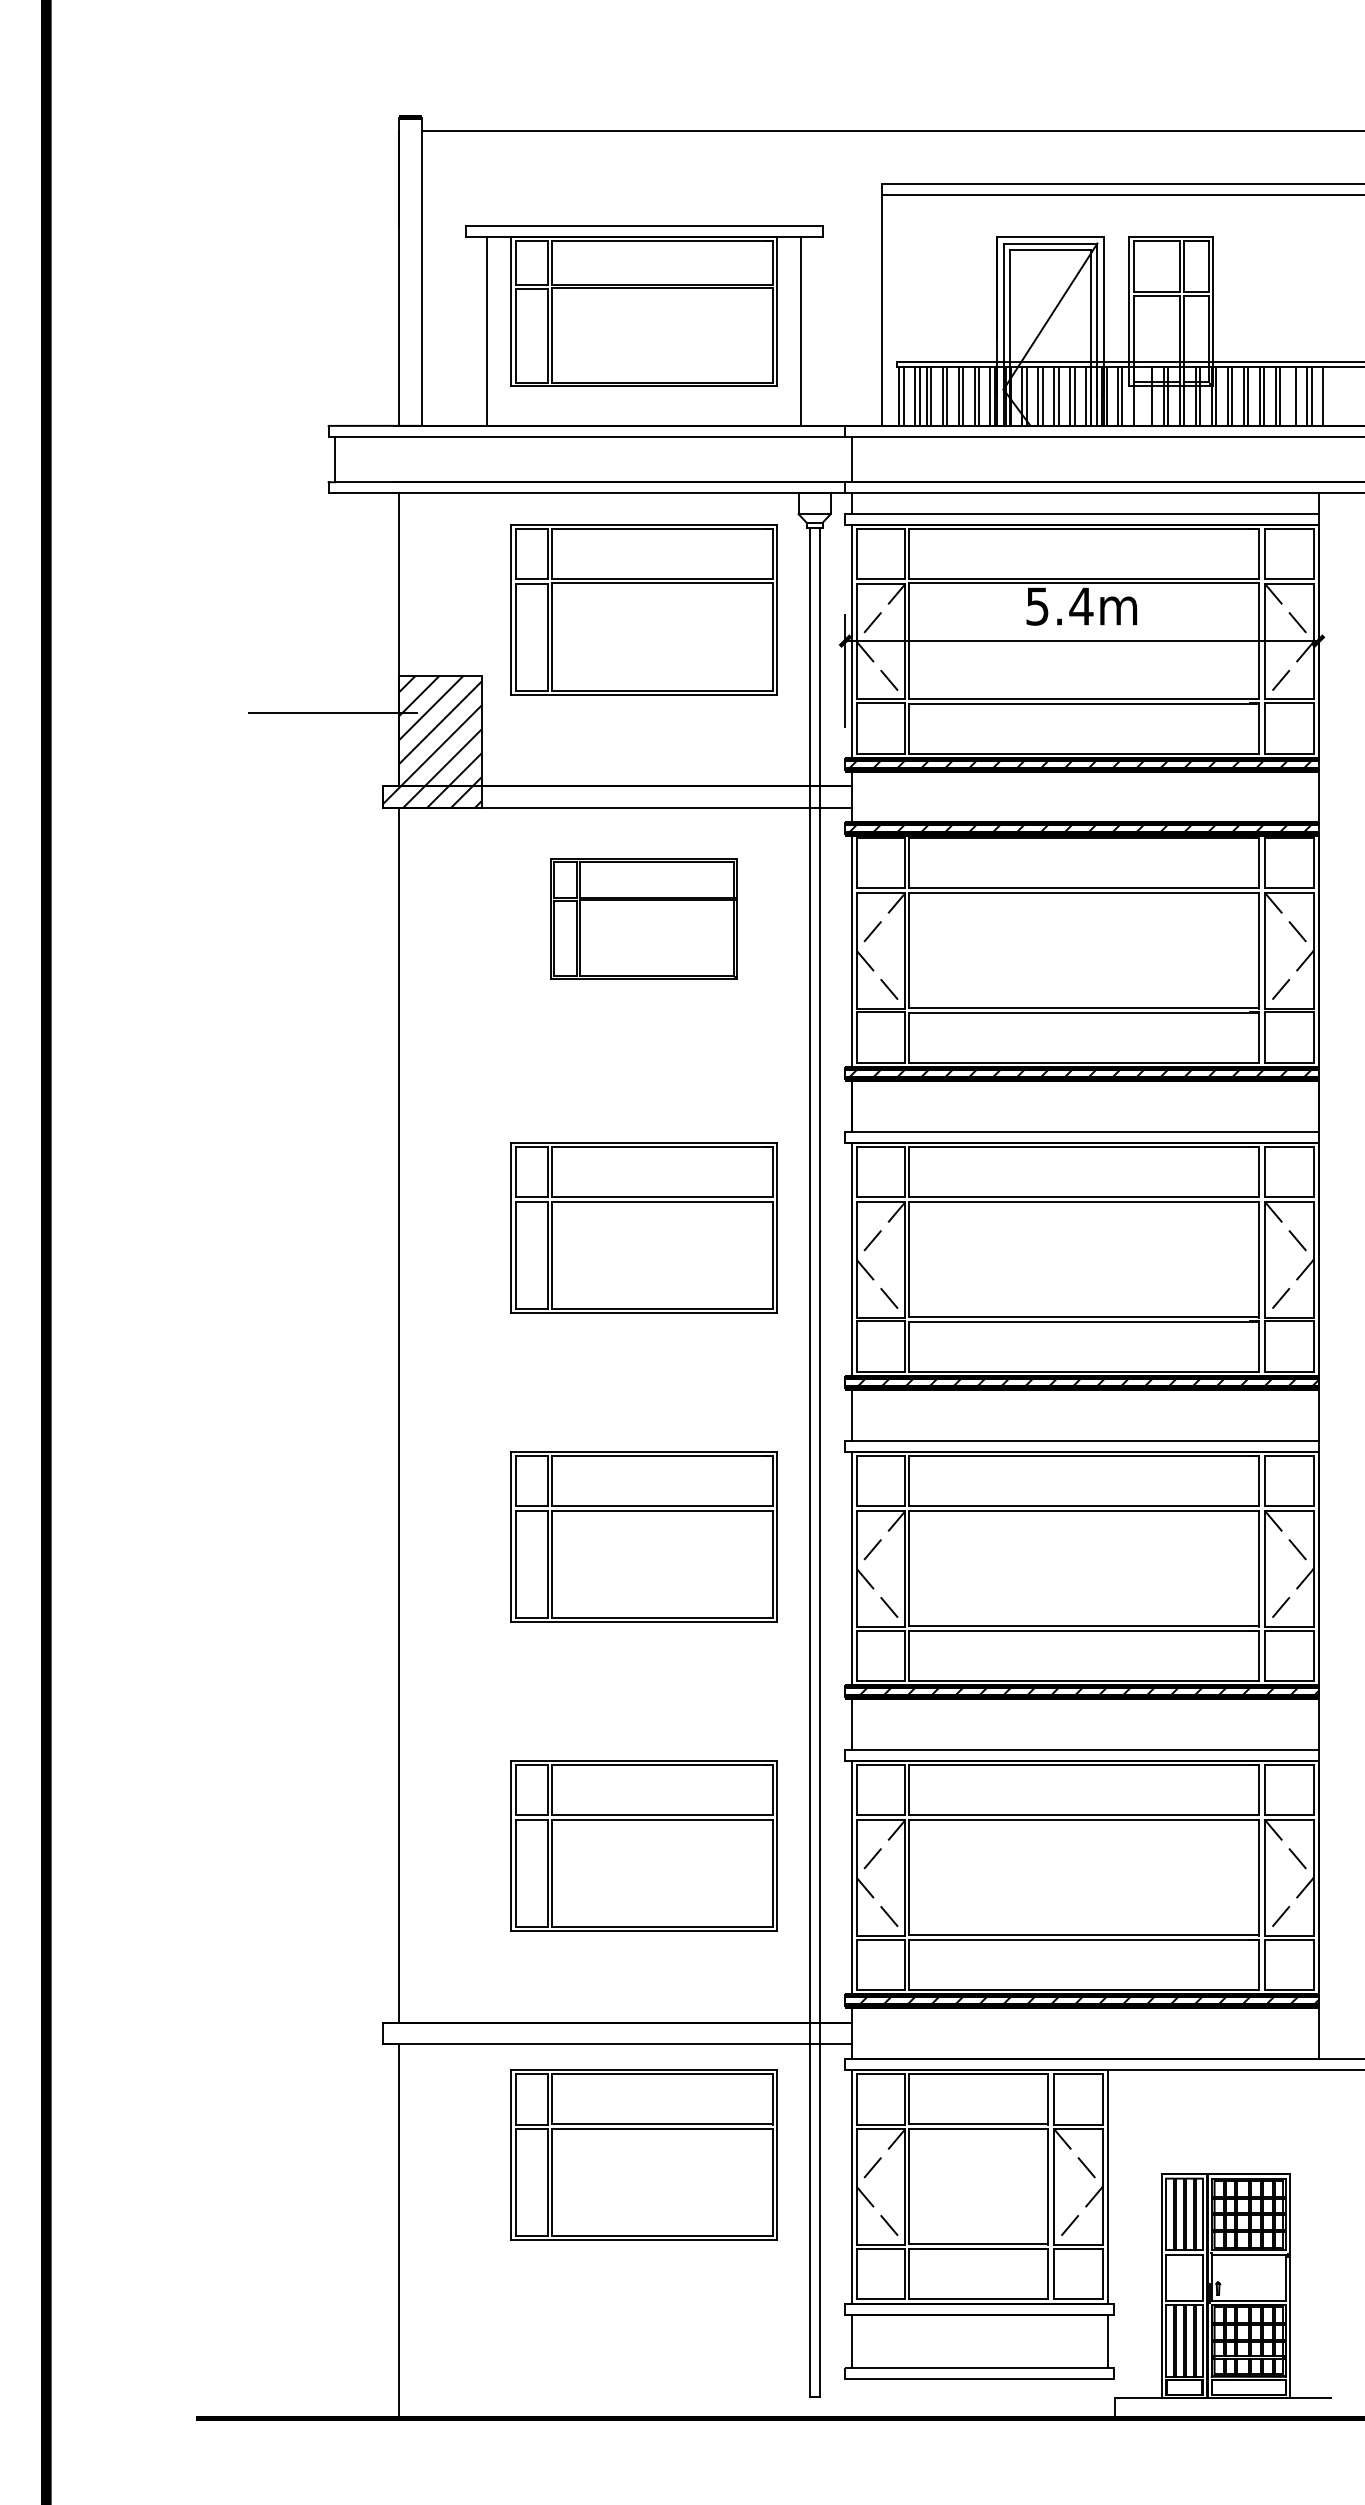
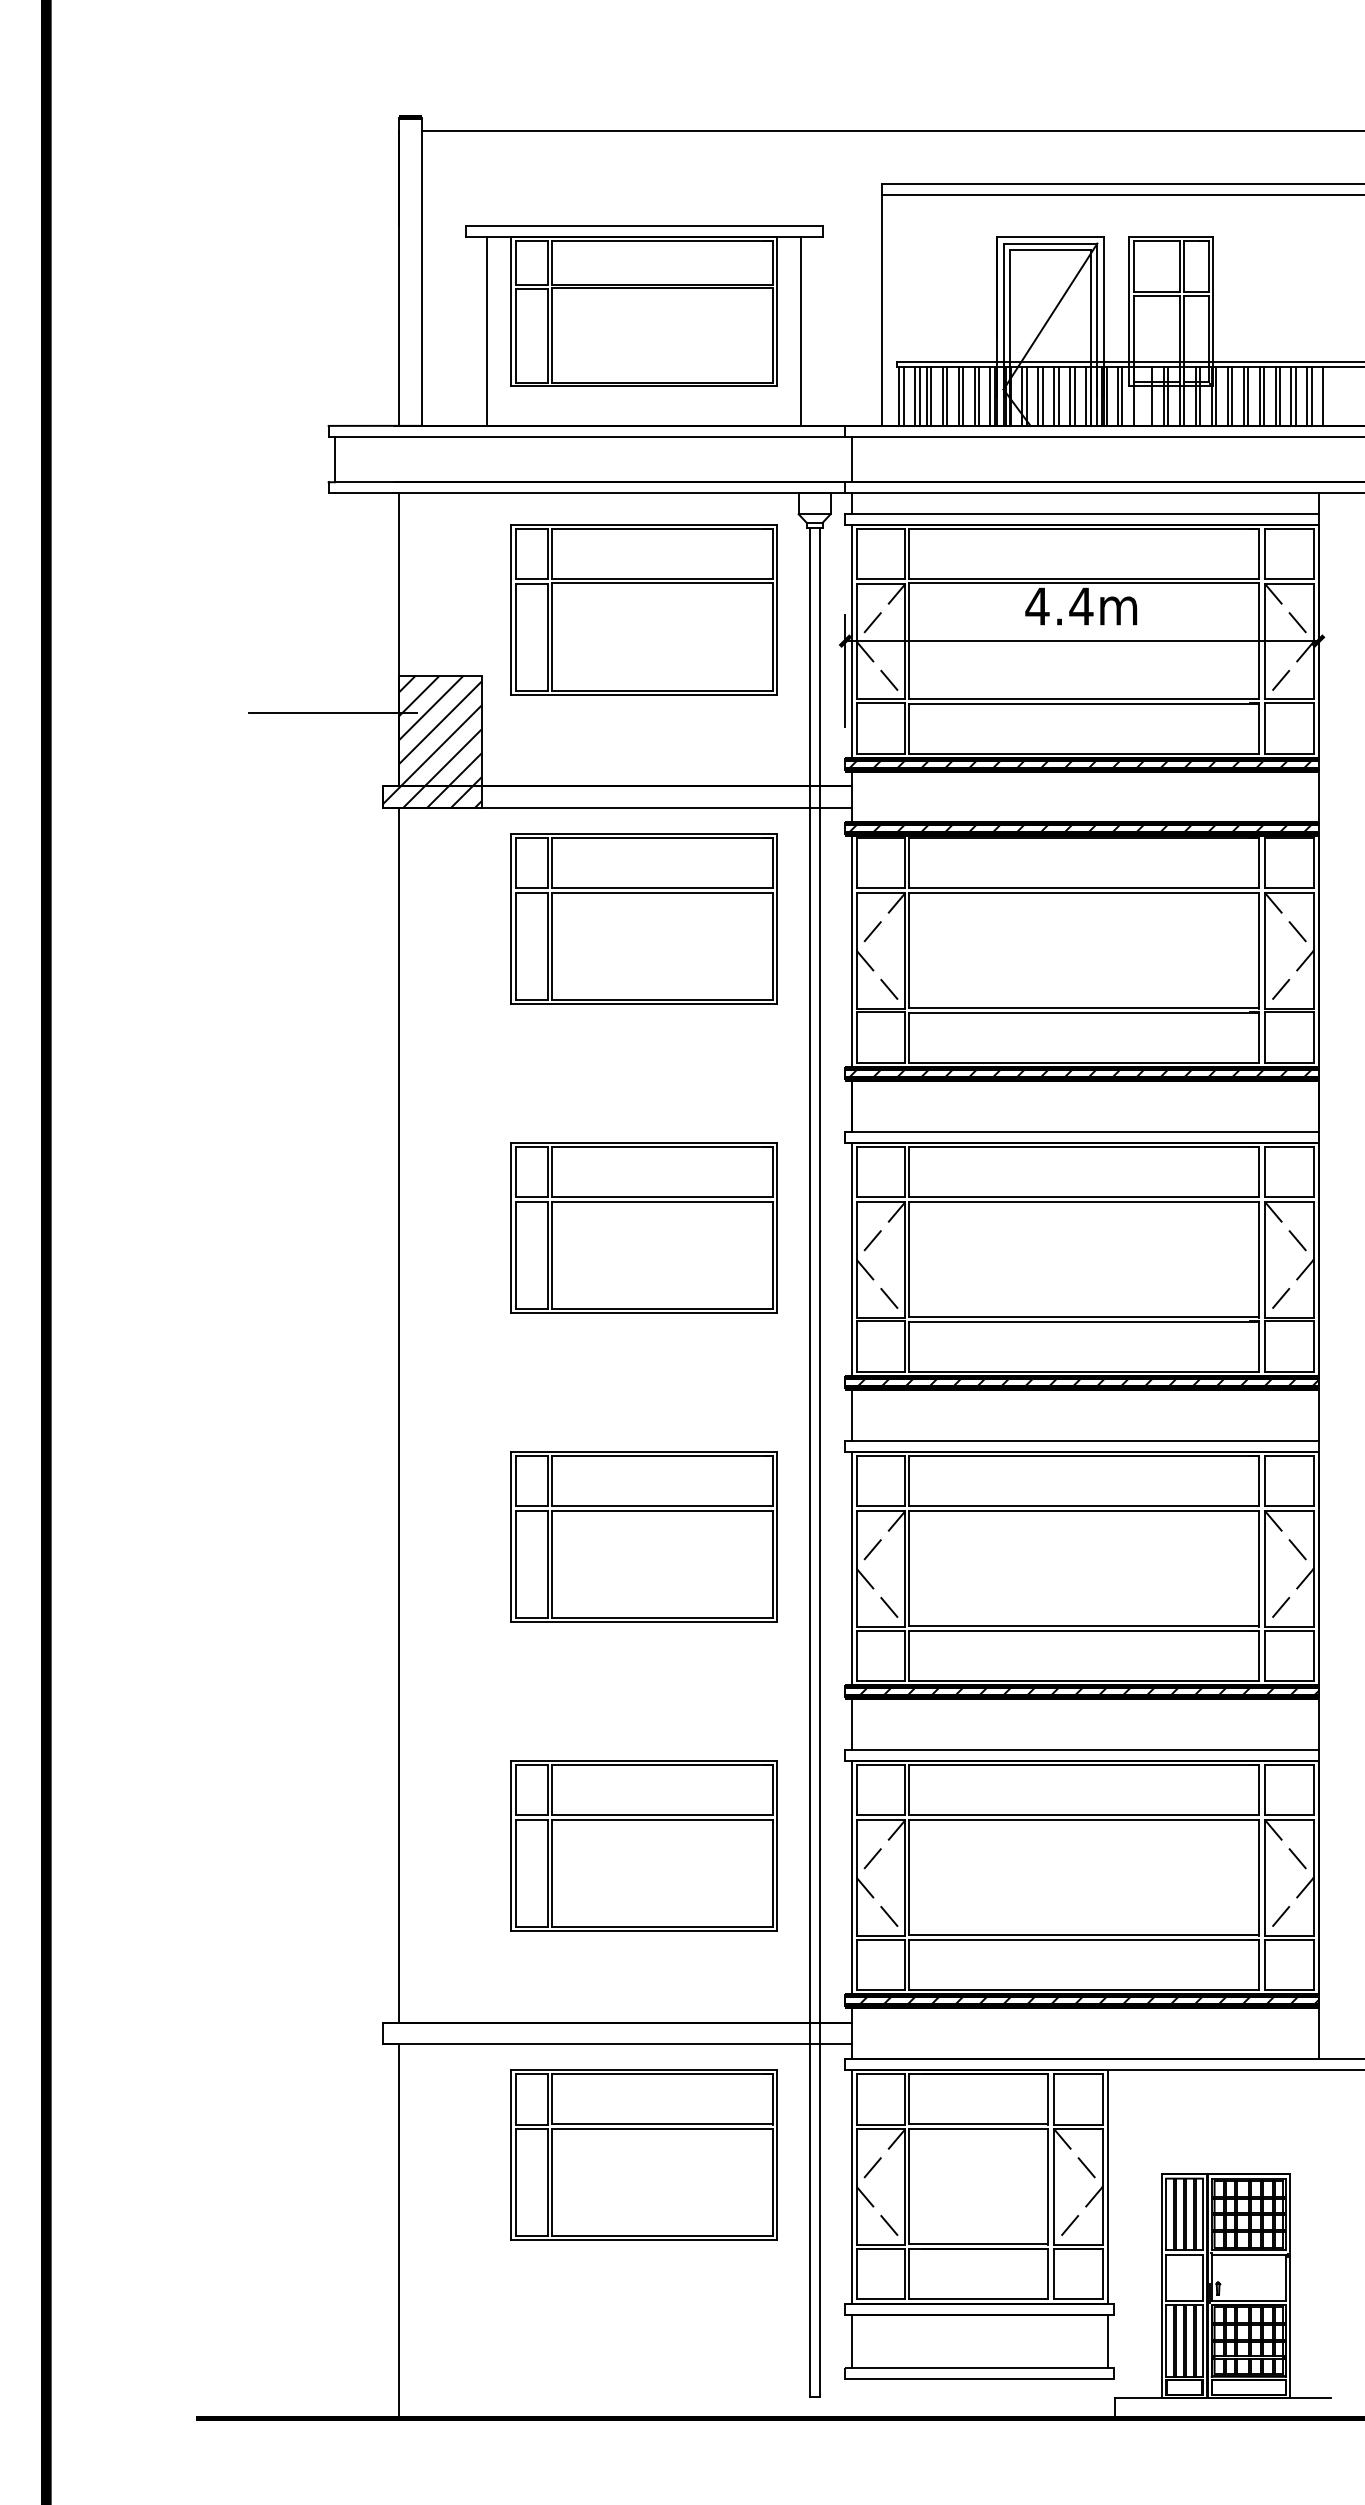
line at (1291, 396): none -> present
text at (1037, 606): 5.4m -> 4.4m
part at (643, 918) size: 188x122 px -> 268x172 px
